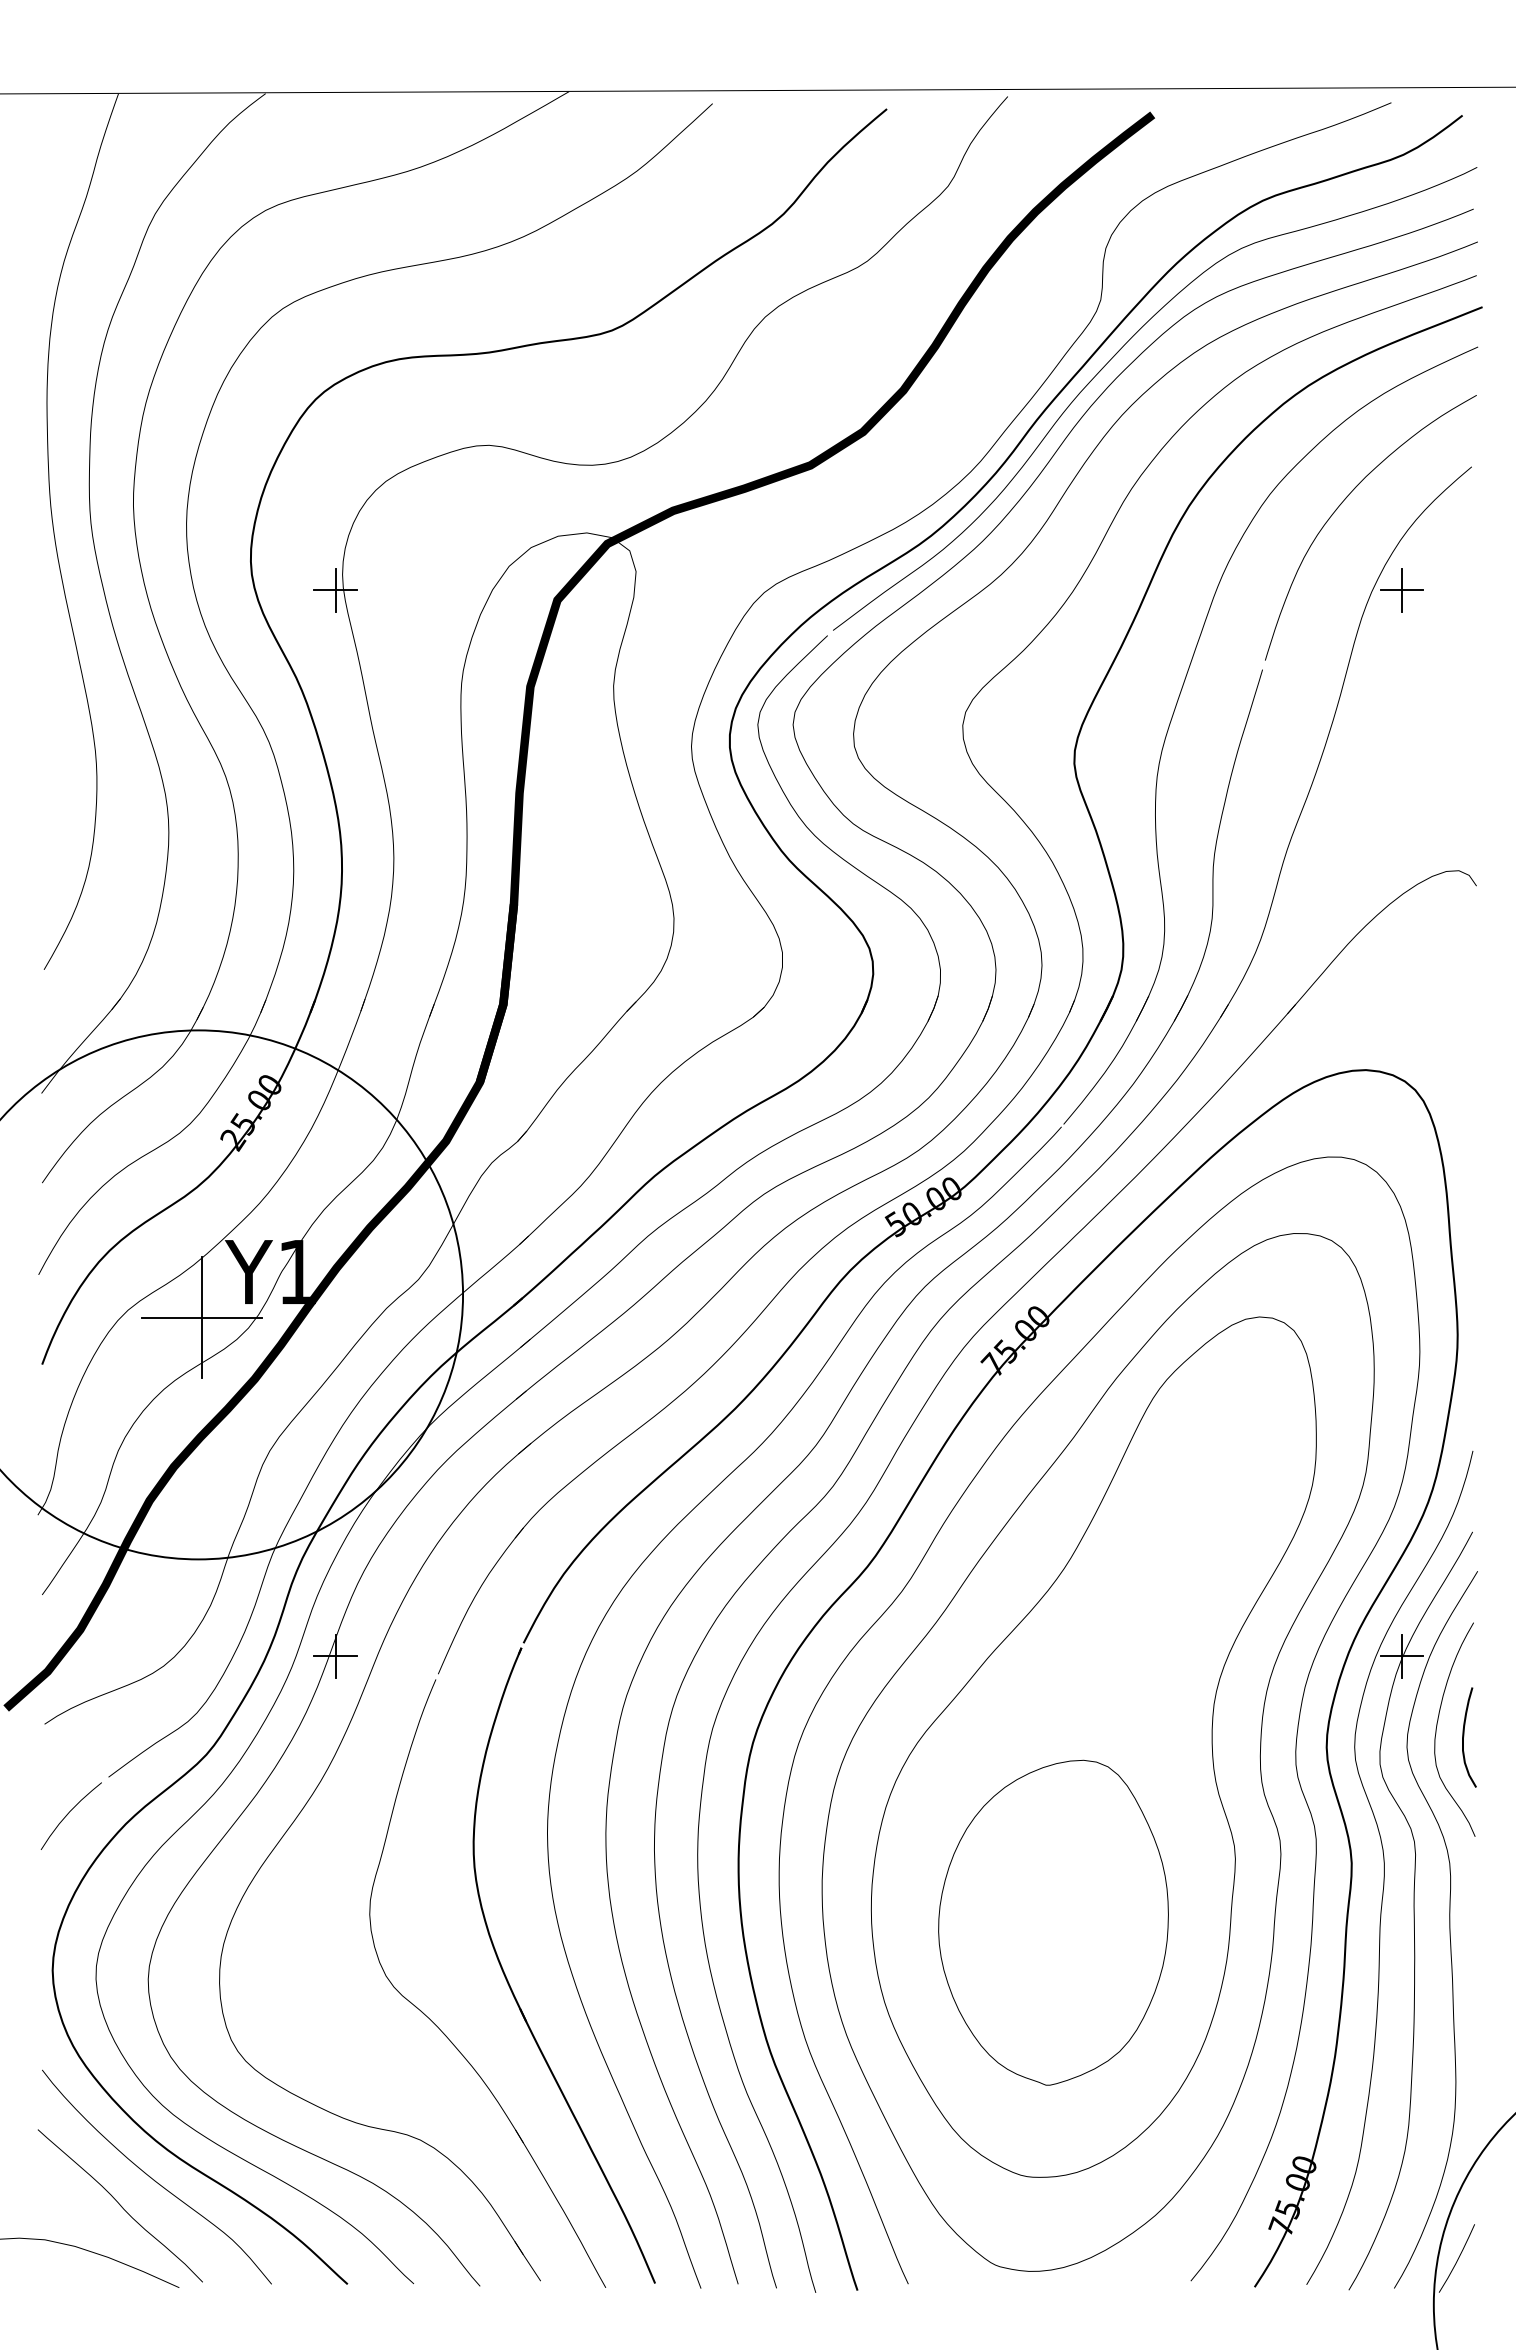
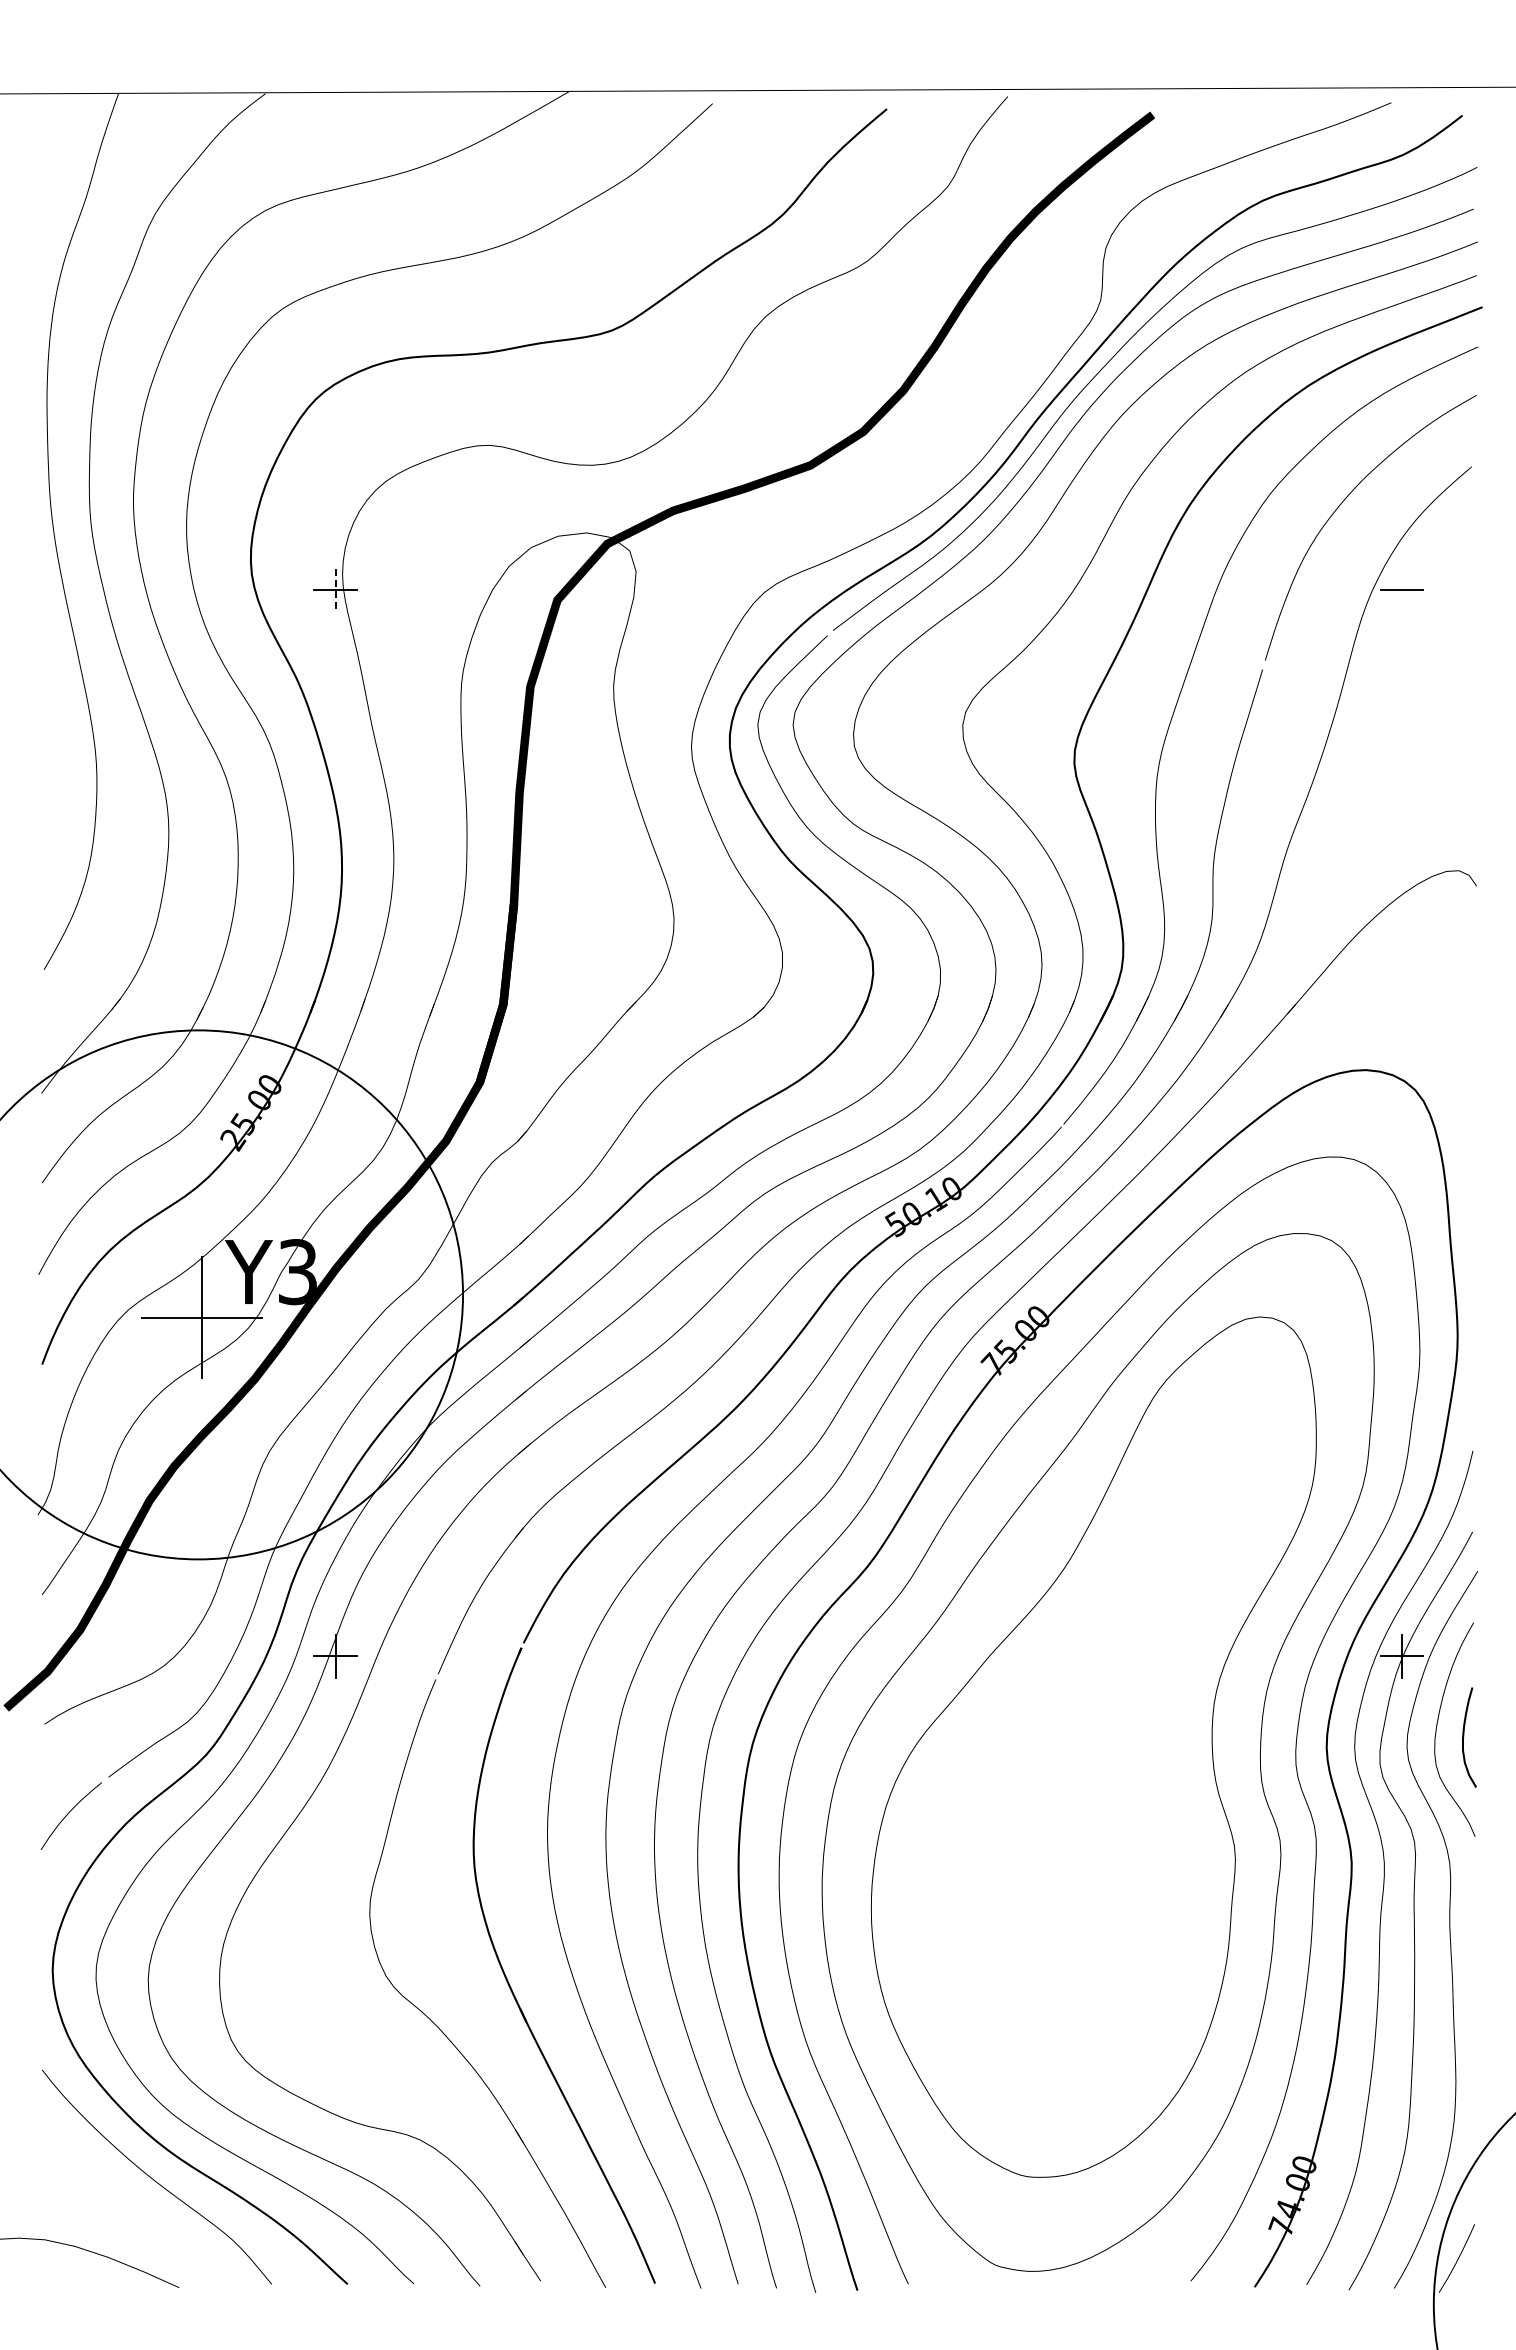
line at (1401, 589): present -> none
line at (335, 590): solid -> dashed
text at (936, 1199): 50.00 -> 50.10
text at (297, 1272): Y1 -> Y3
part at (1053, 1922): present -> none
curve at (119, 2205): present -> none
text at (1287, 2209): 75.00 -> 74.00
